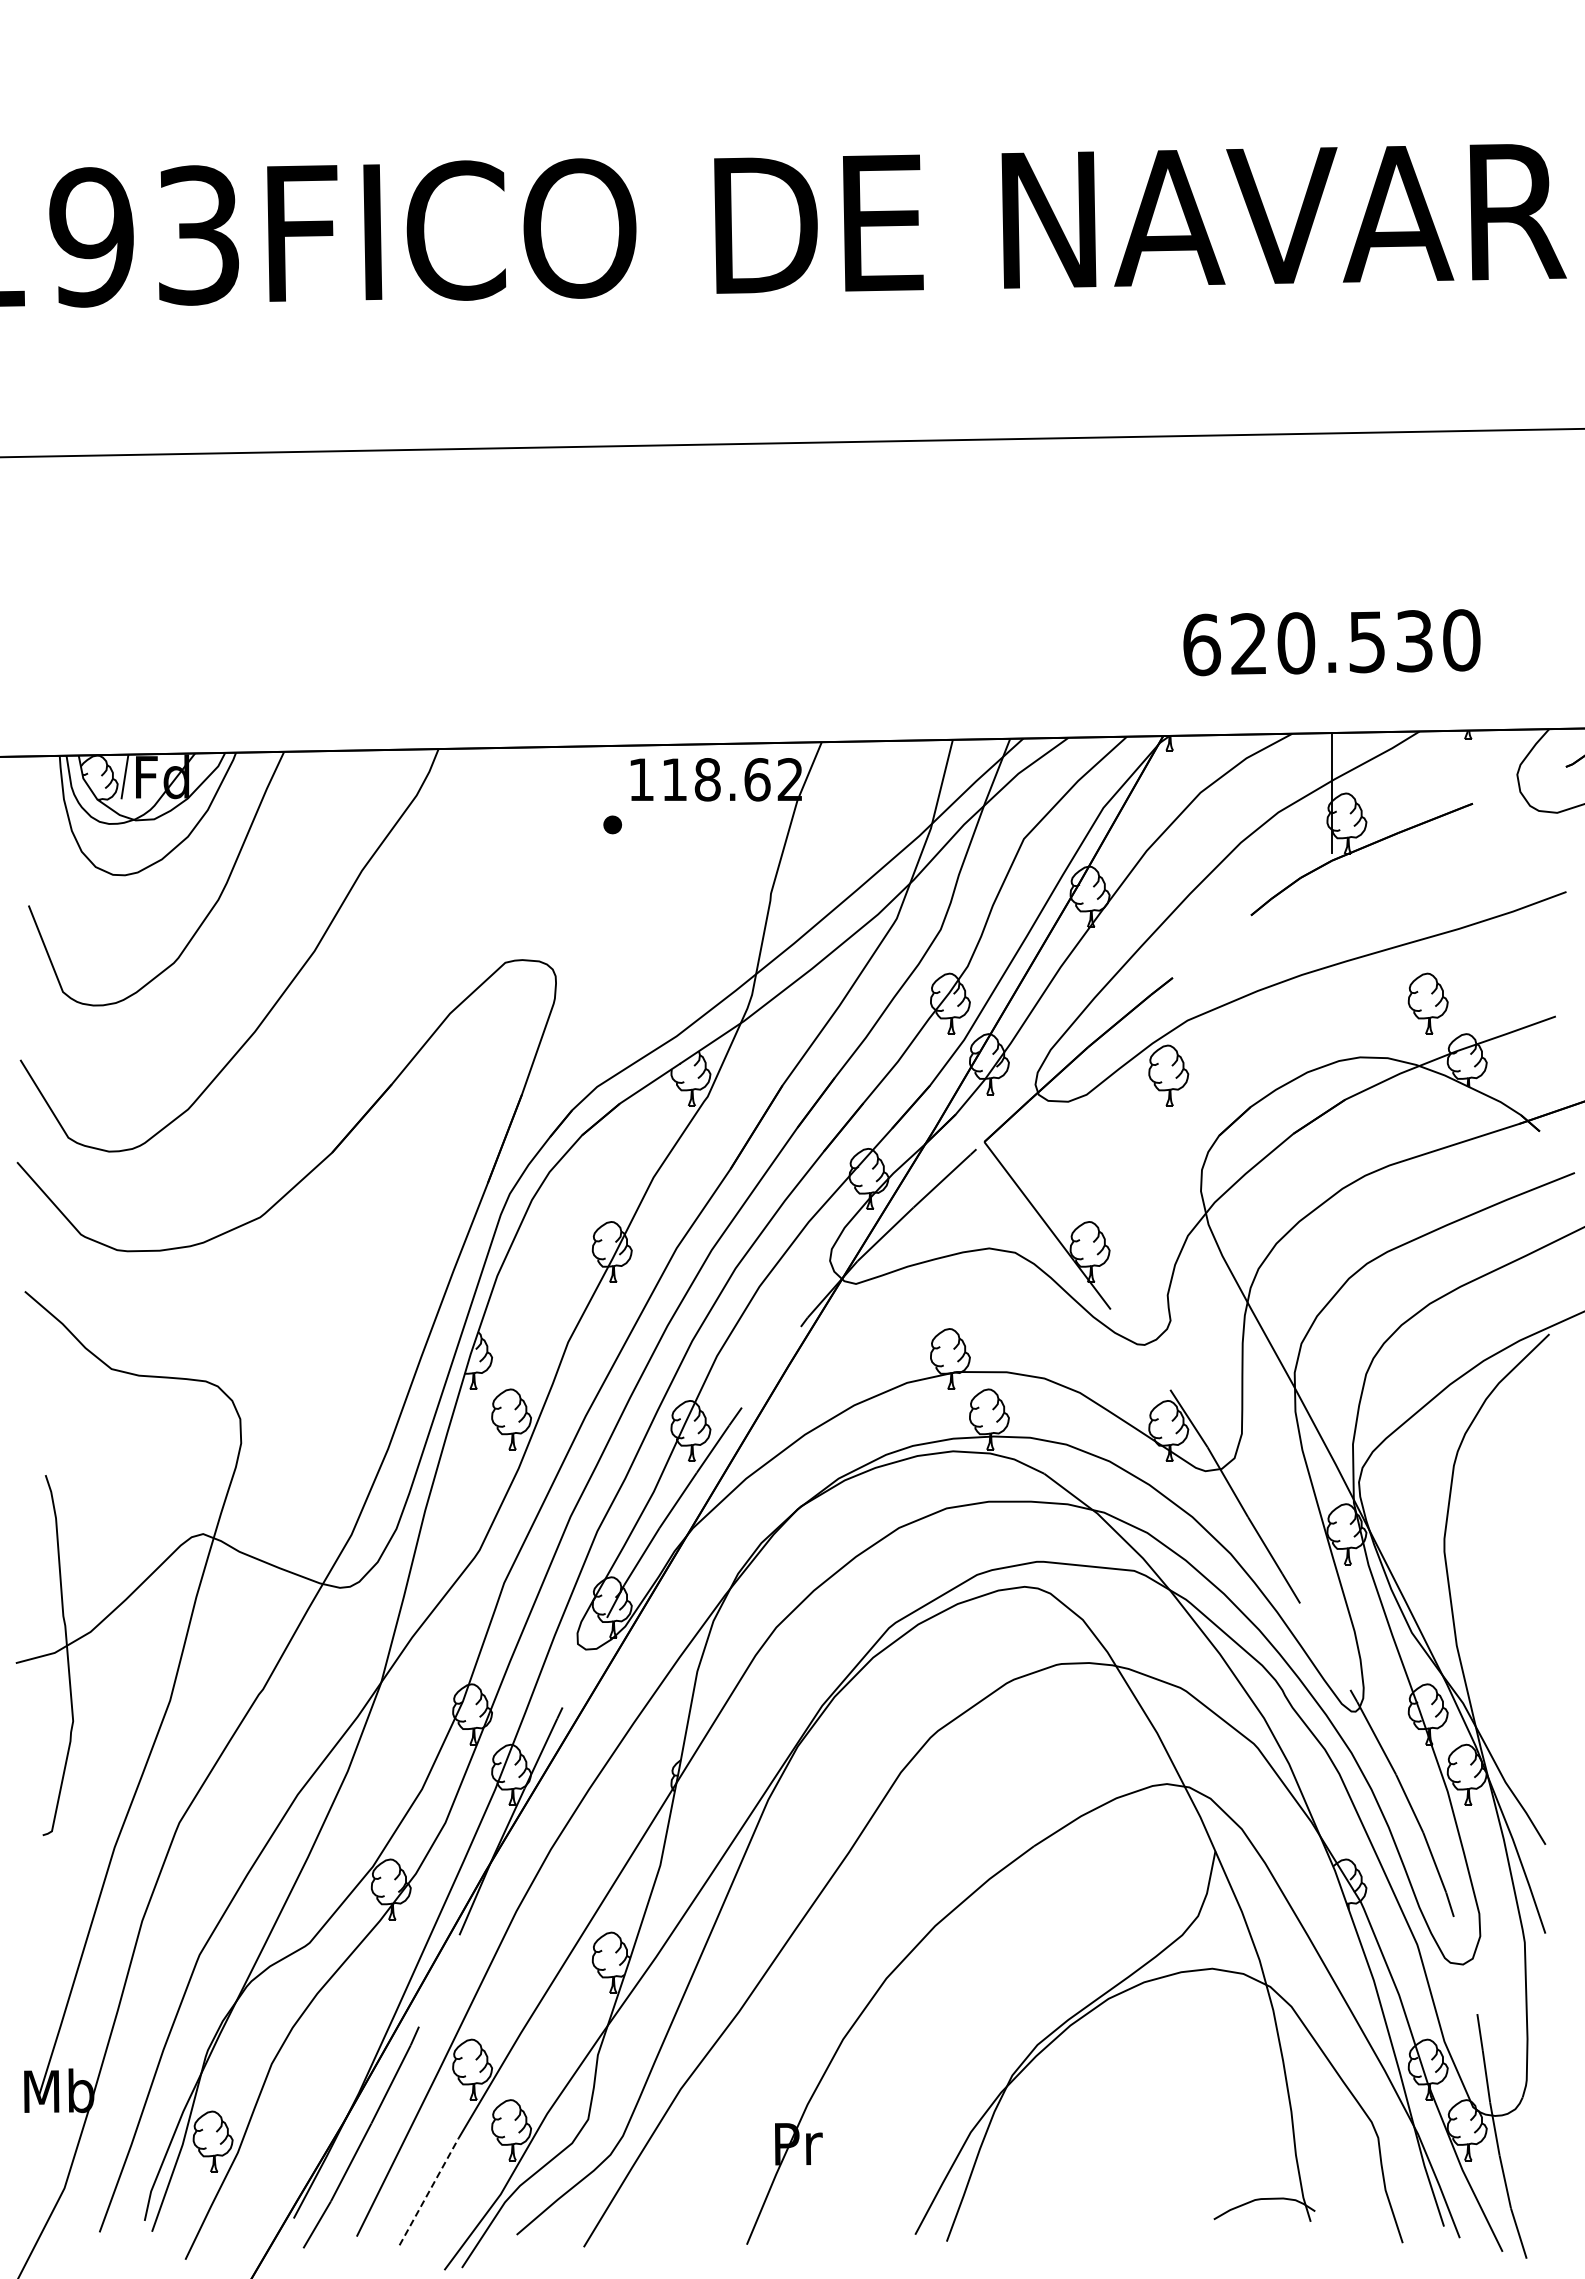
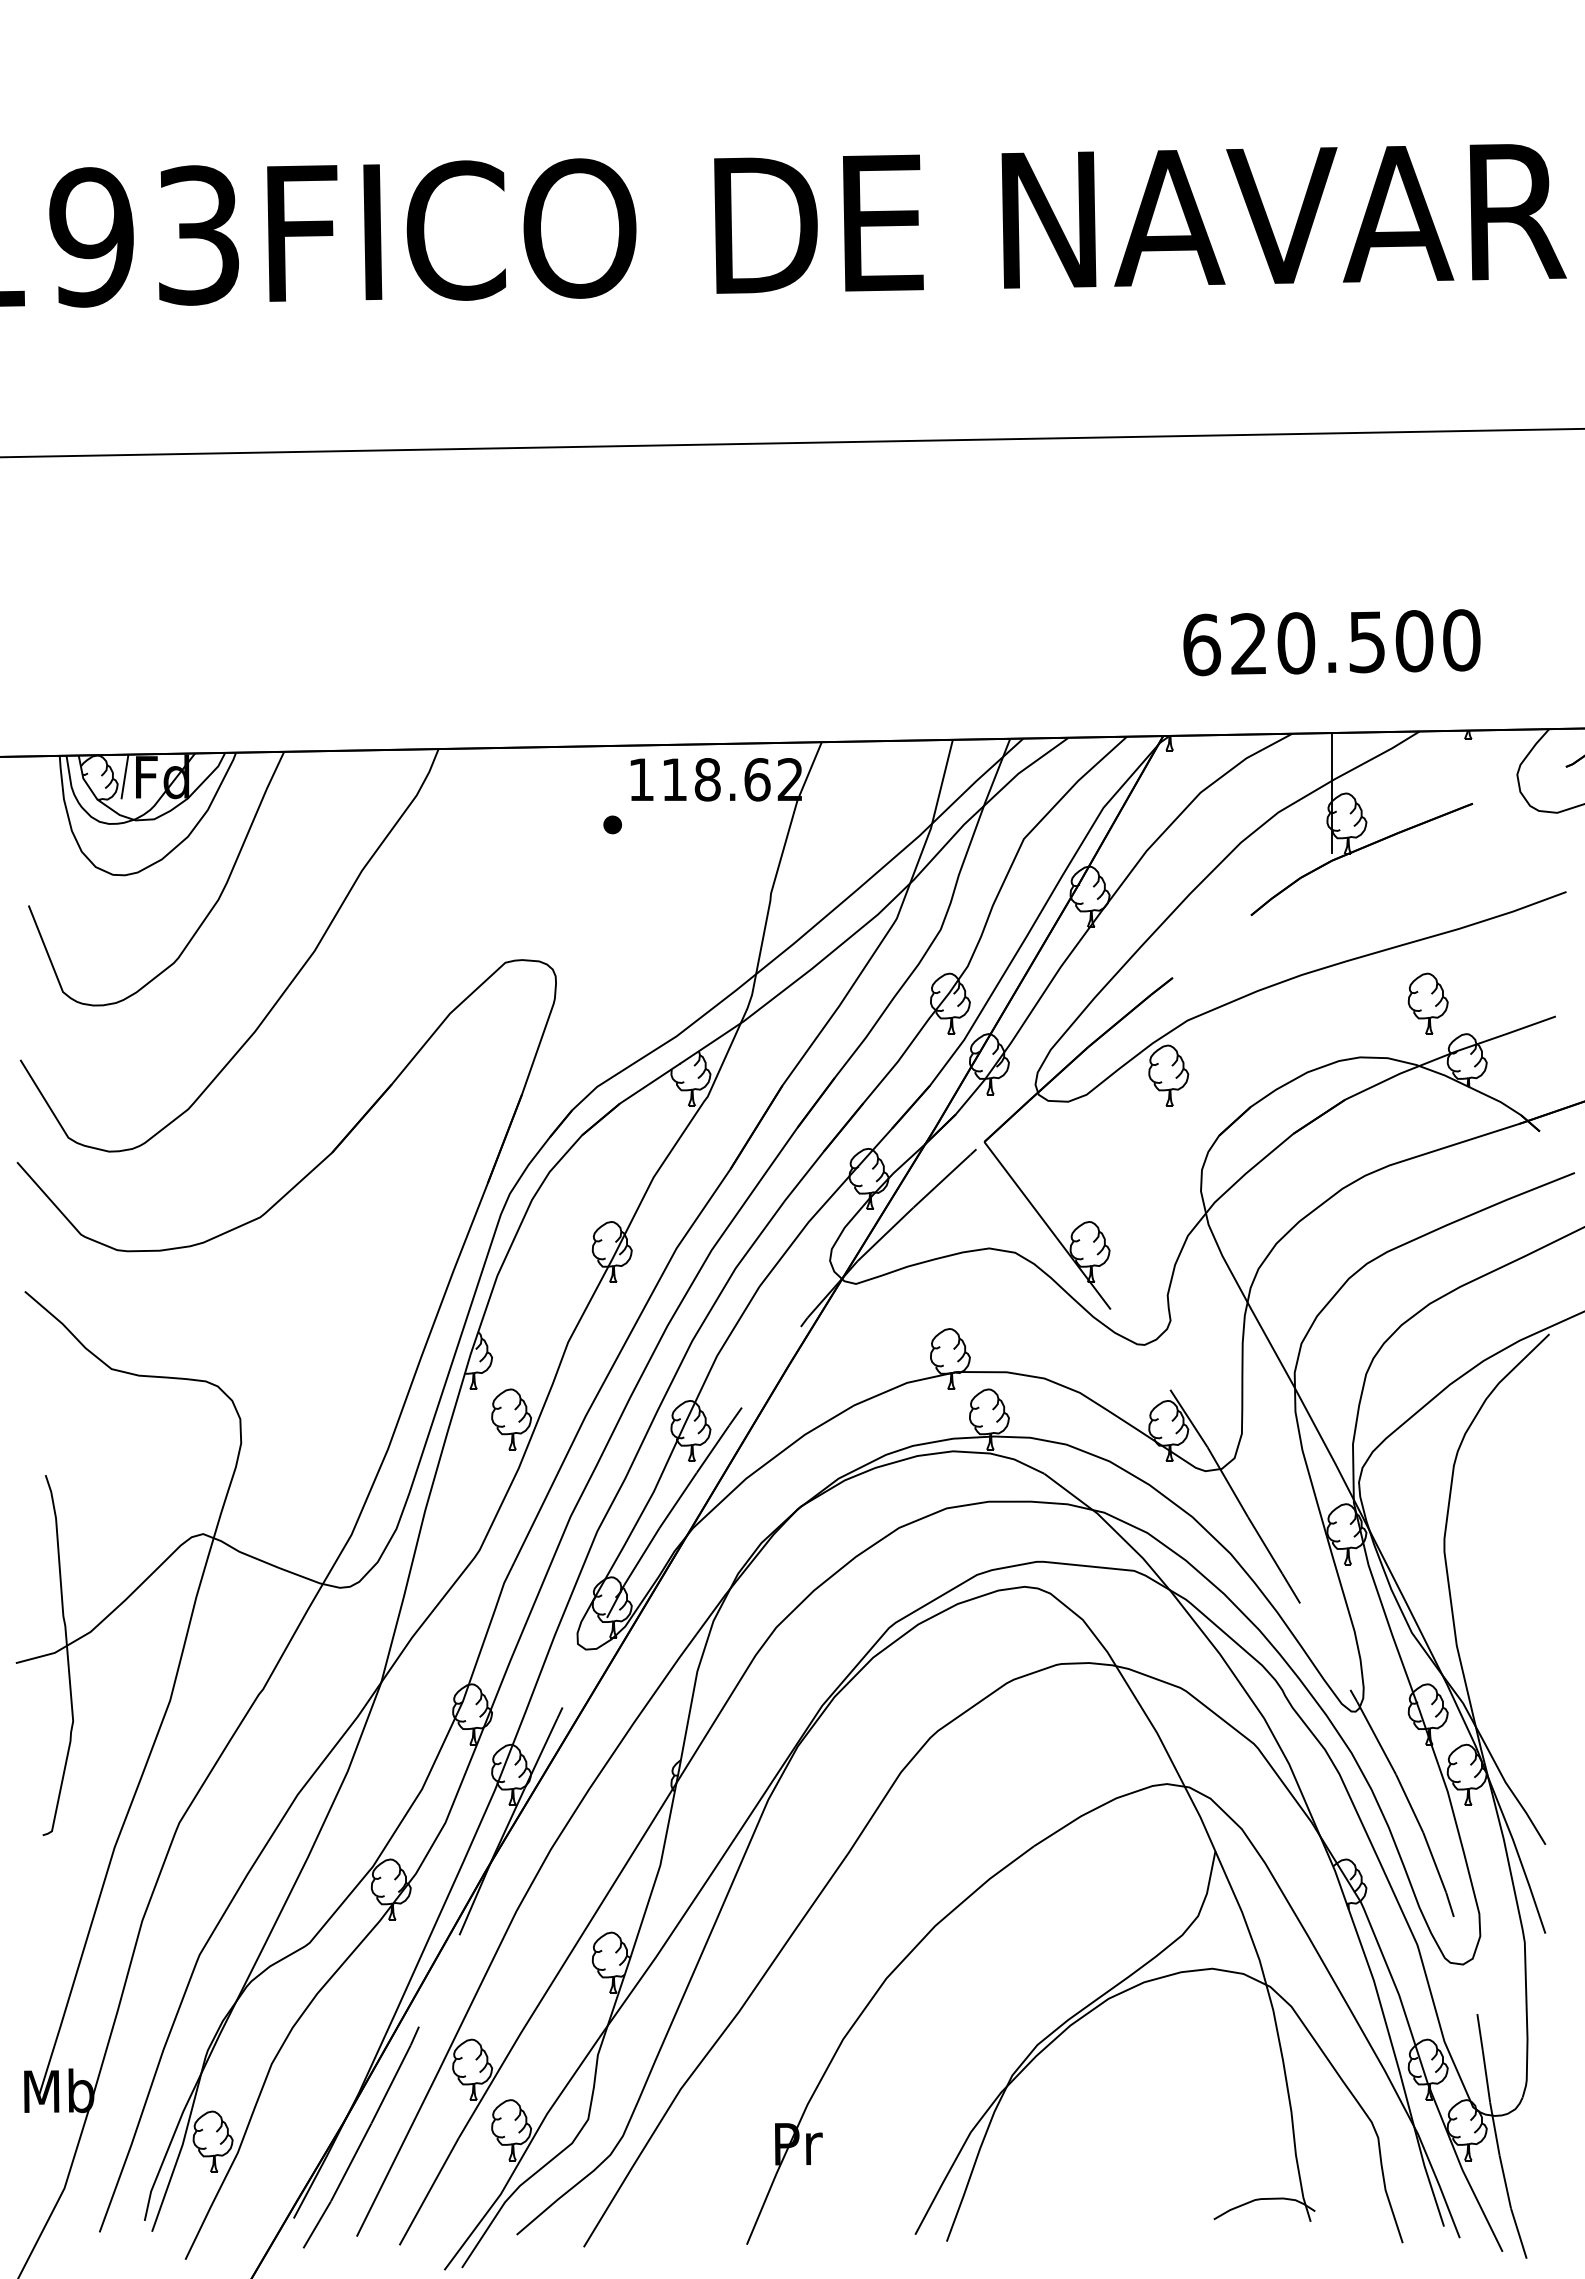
text at (1414, 641): 620.530 -> 620.500
line at (429, 2191): dashed -> solid
